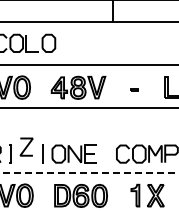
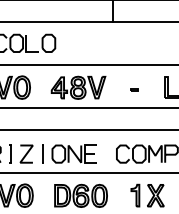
line at (88, 129): none -> present
line at (26, 146) position: (26, 146) -> (26, 153)
line at (89, 172): dashed -> solid
